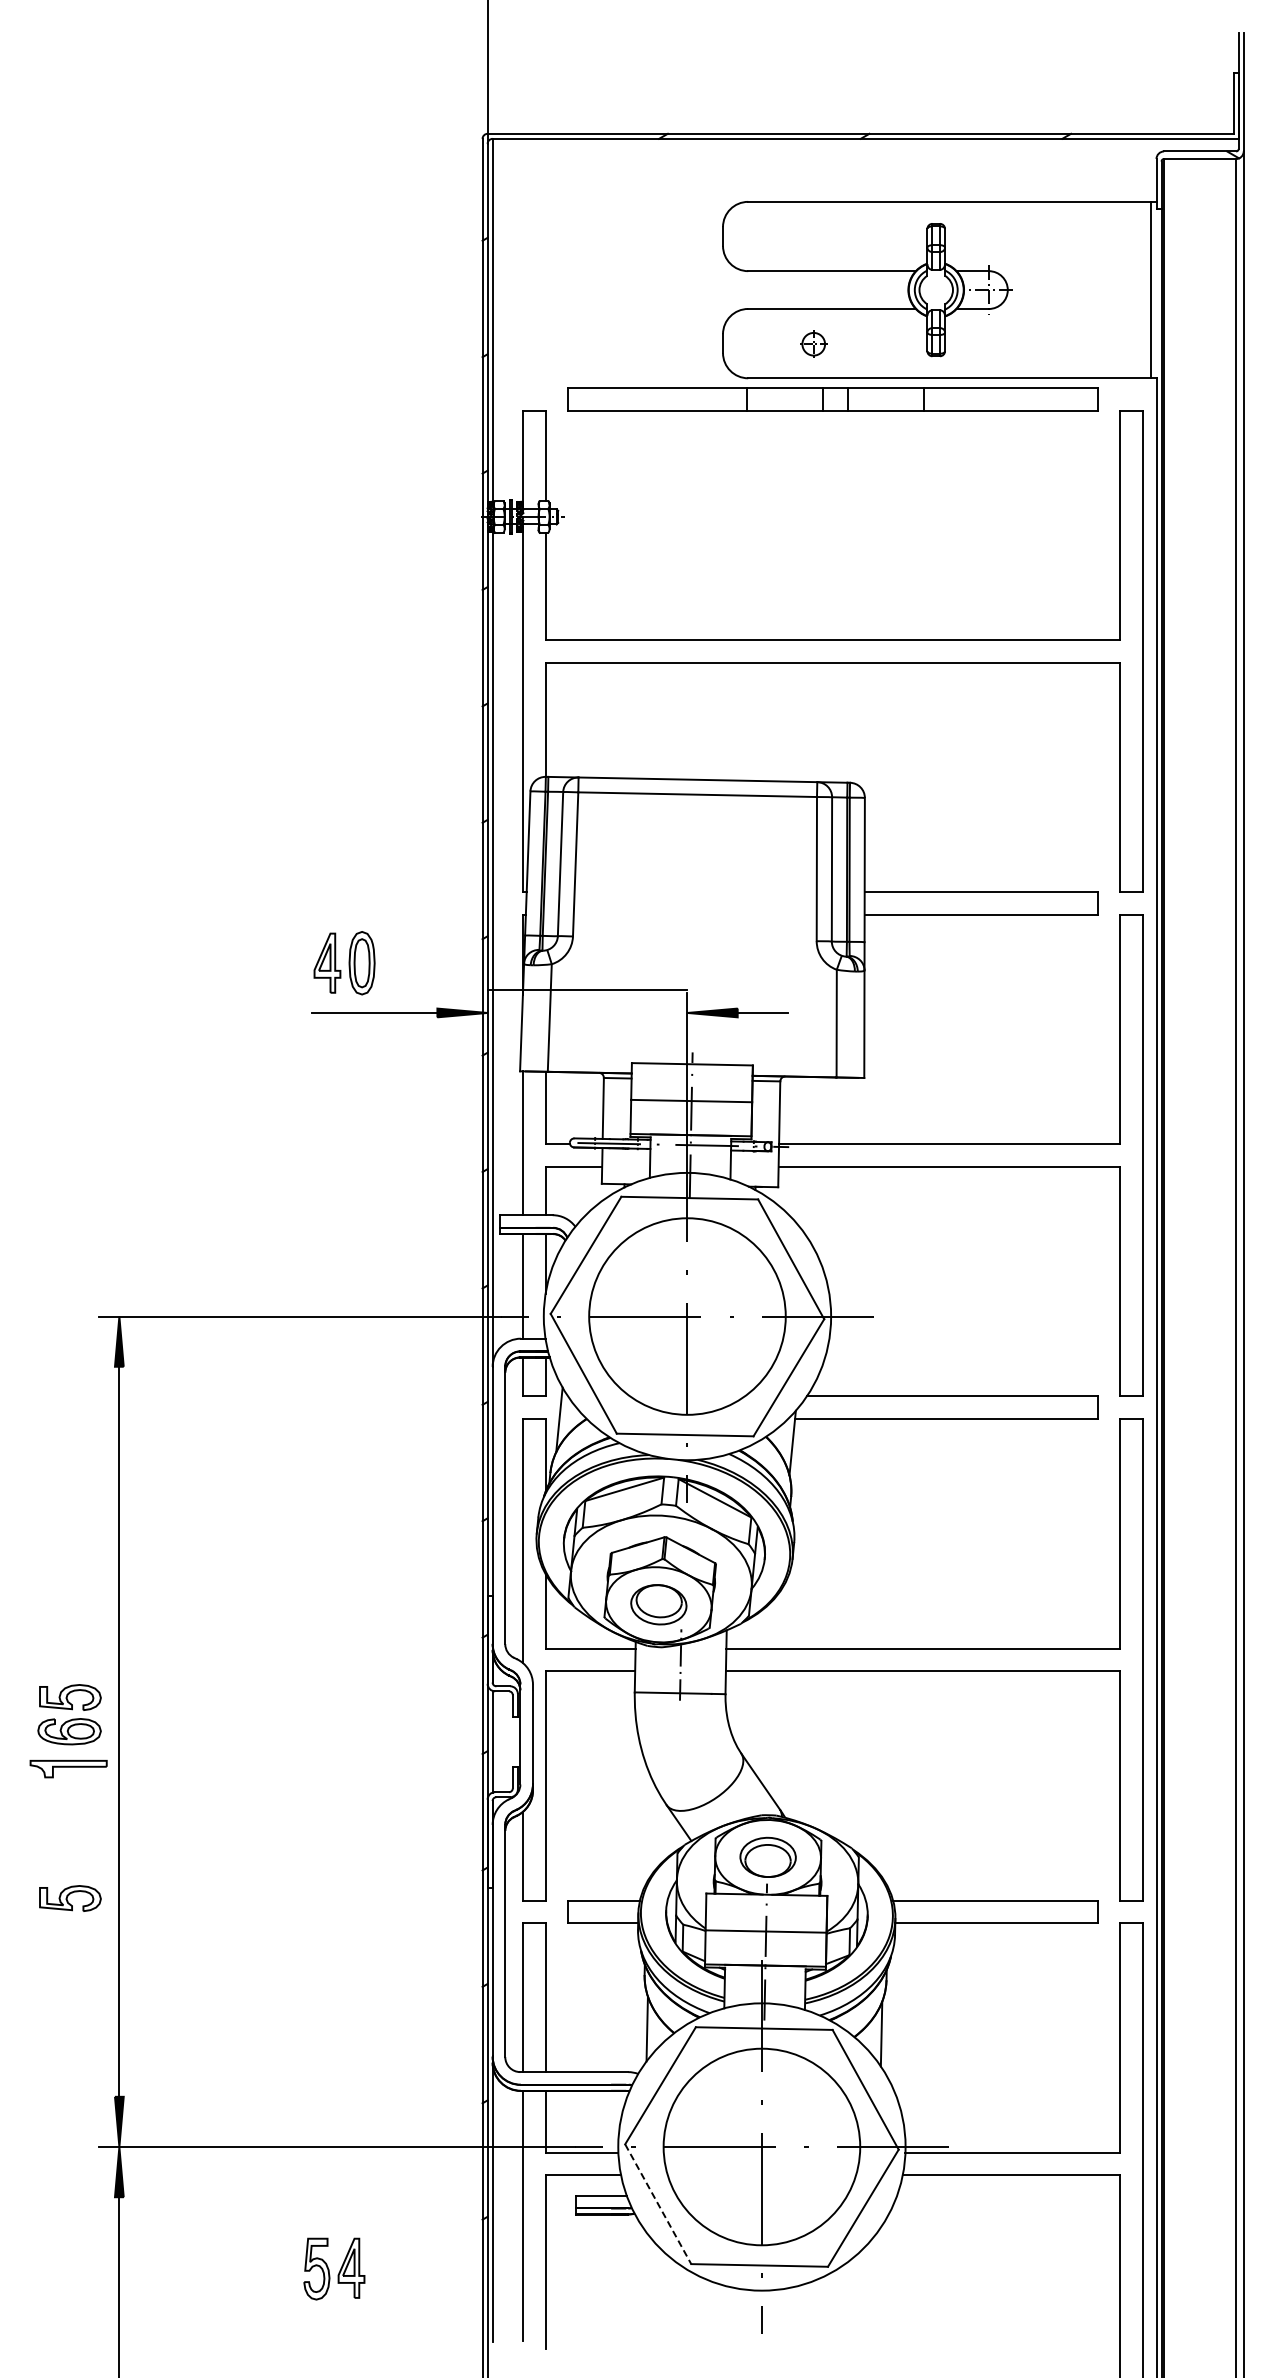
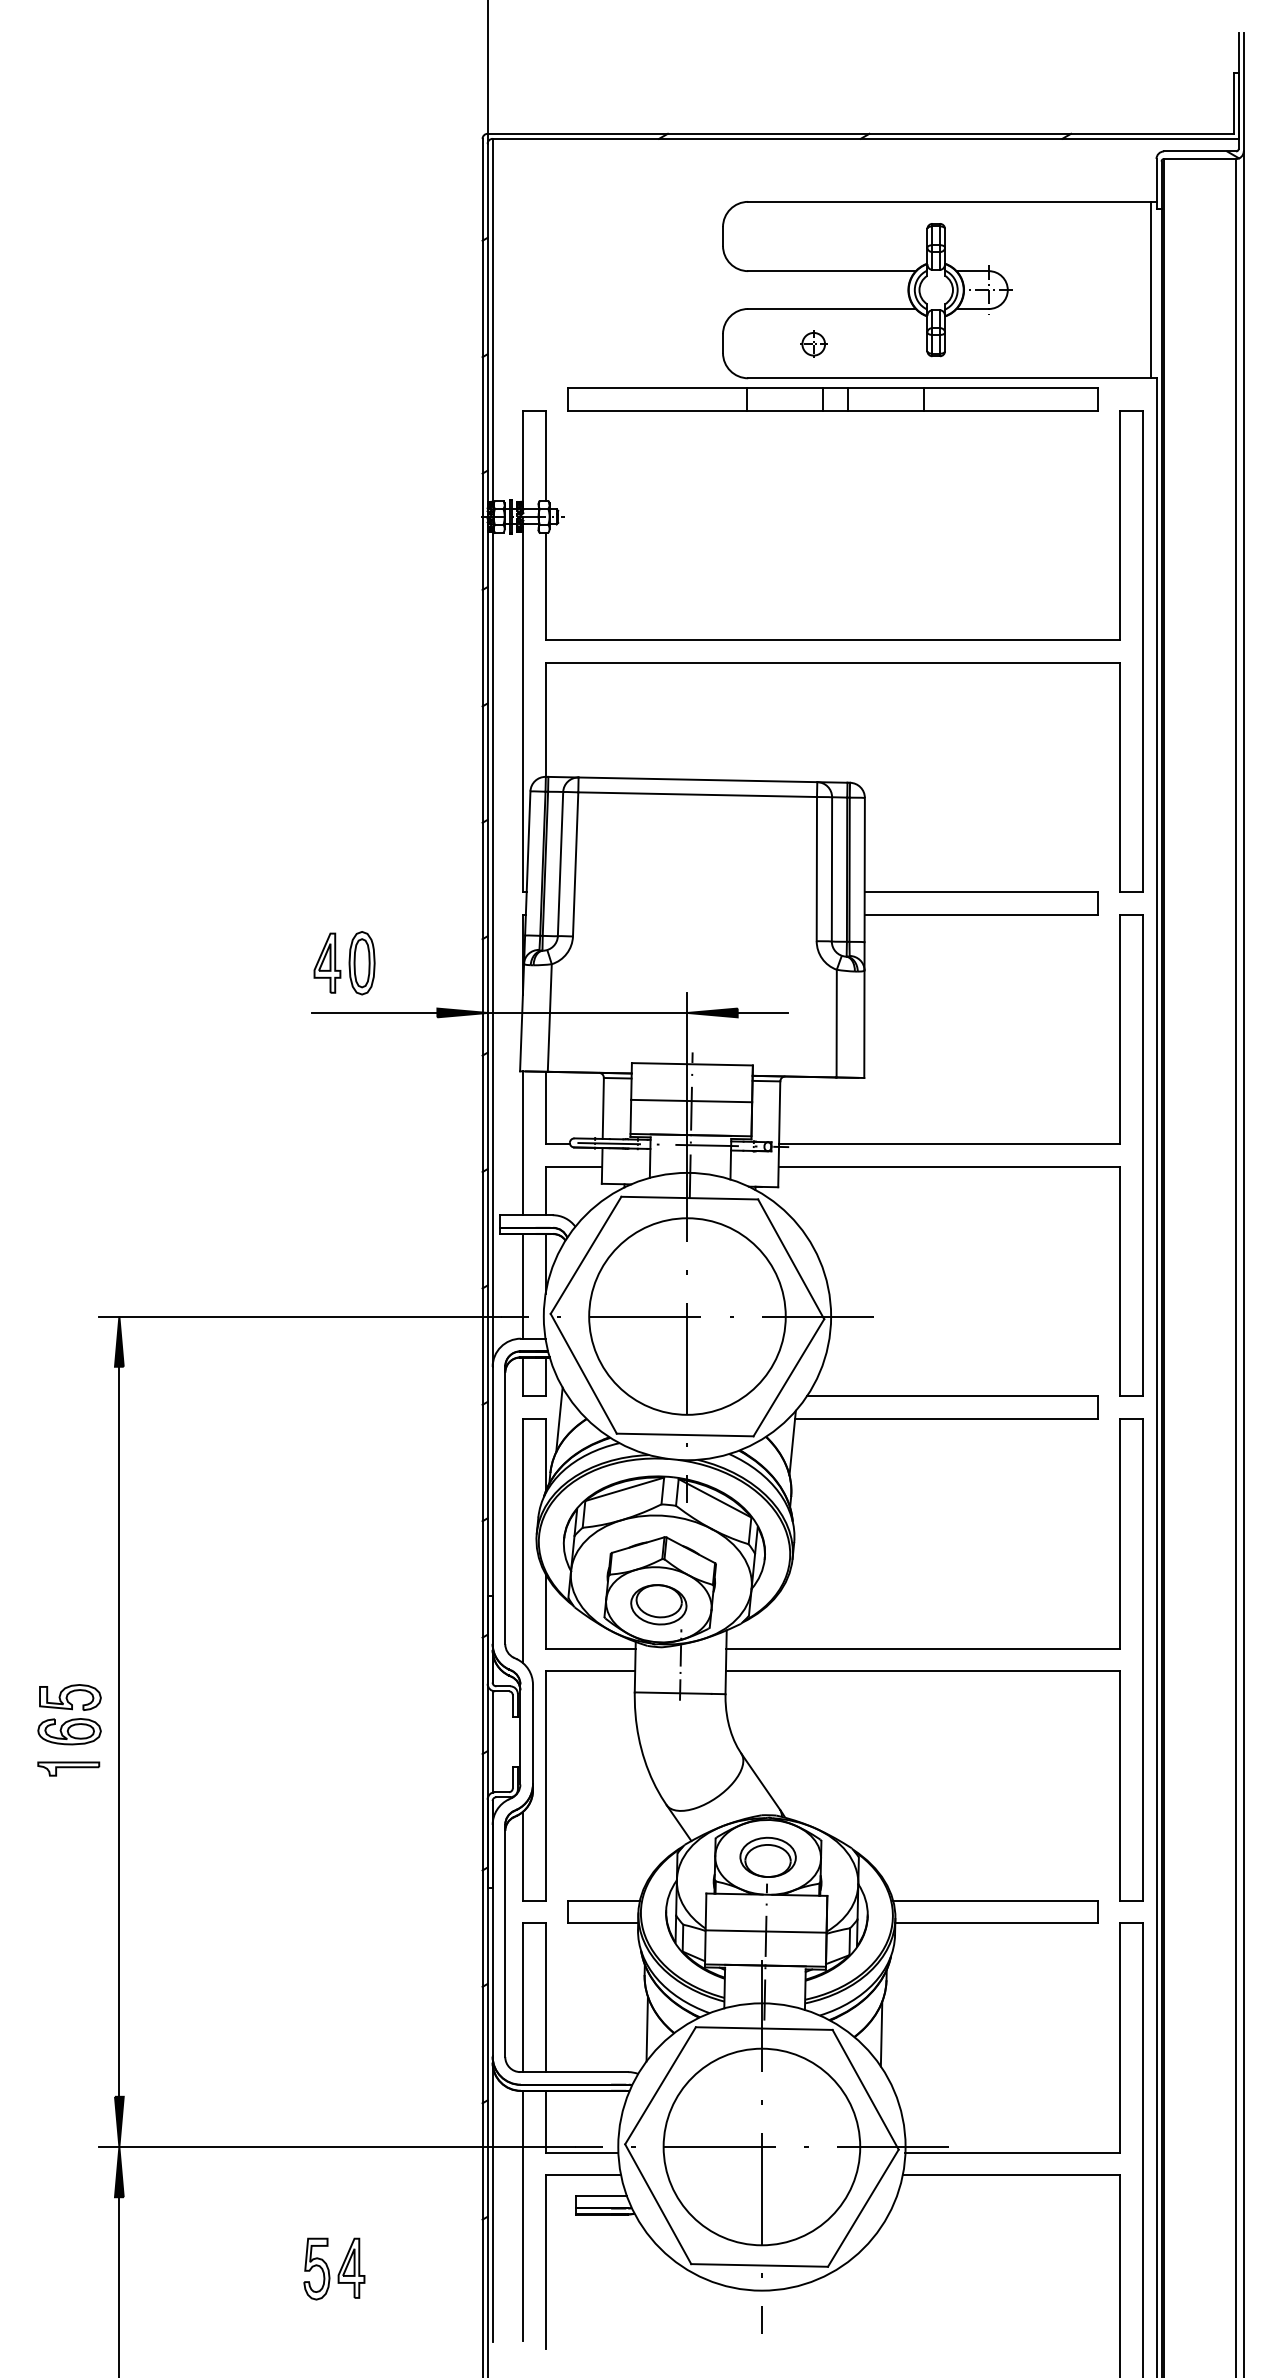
line at (587, 989) position: (587, 989) -> (587, 1012)
part at (68, 1769) size: 79x19 px -> 64x16 px
part at (70, 1898): present -> none
line at (658, 2204): dashed -> solid
